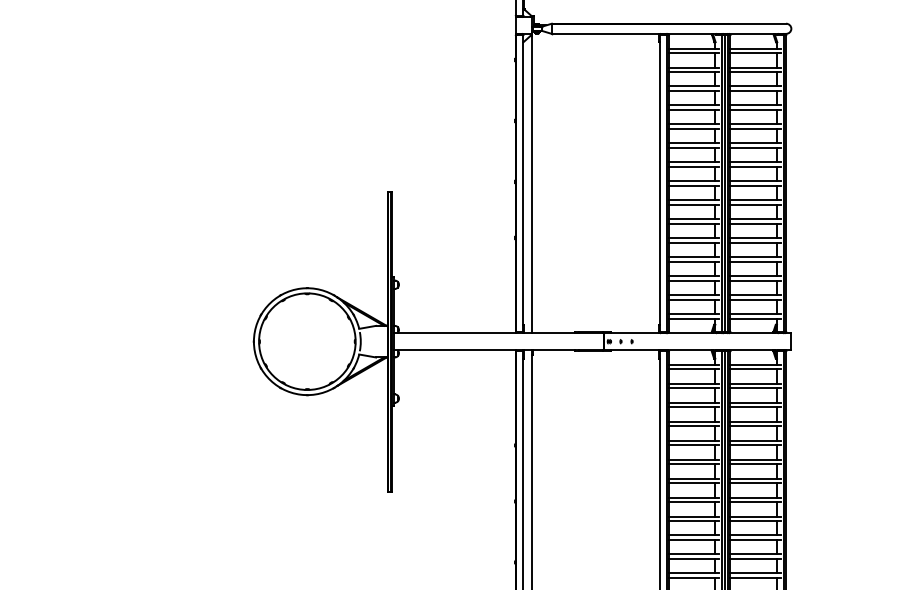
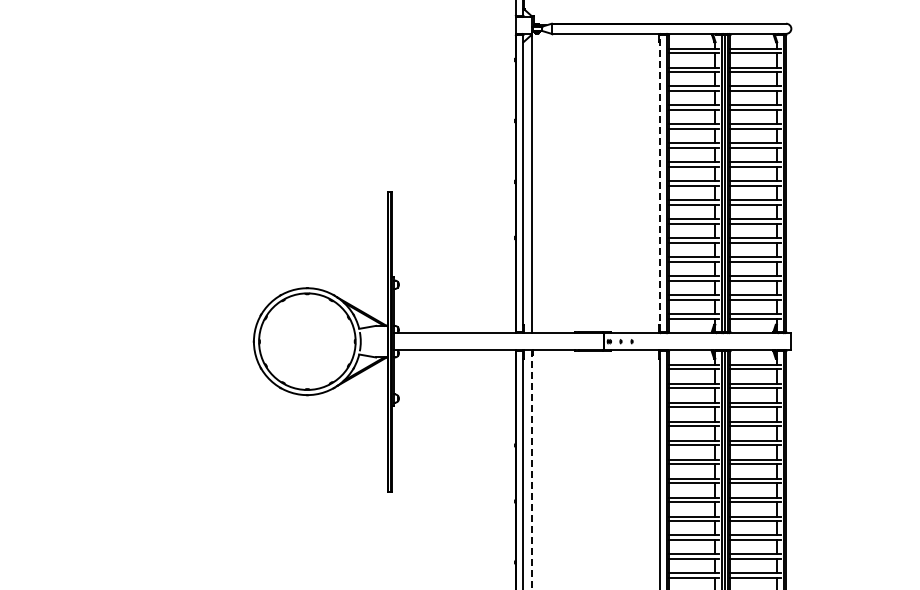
line at (659, 183): solid -> dashed
line at (532, 469): solid -> dashed
